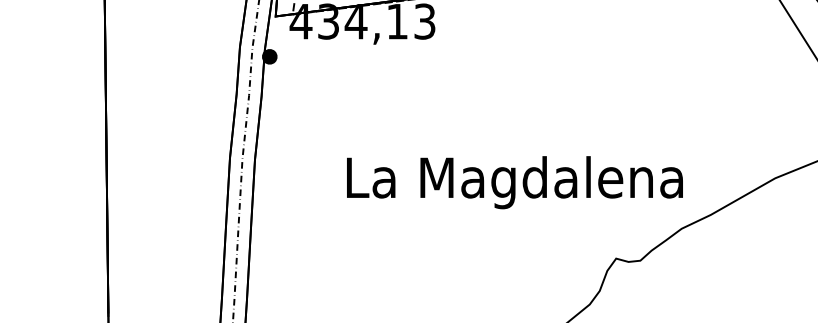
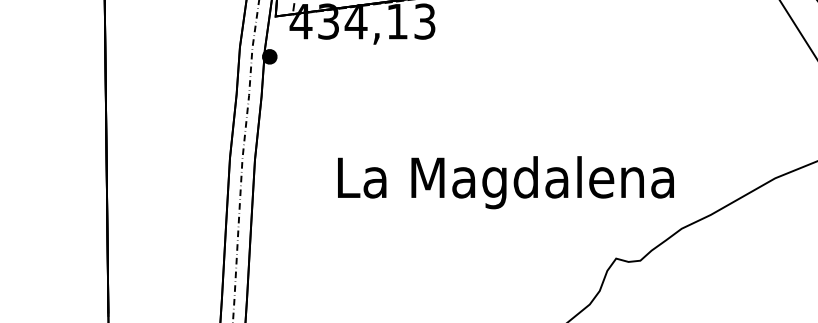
text at (514, 182) position: (514, 182) -> (505, 182)
